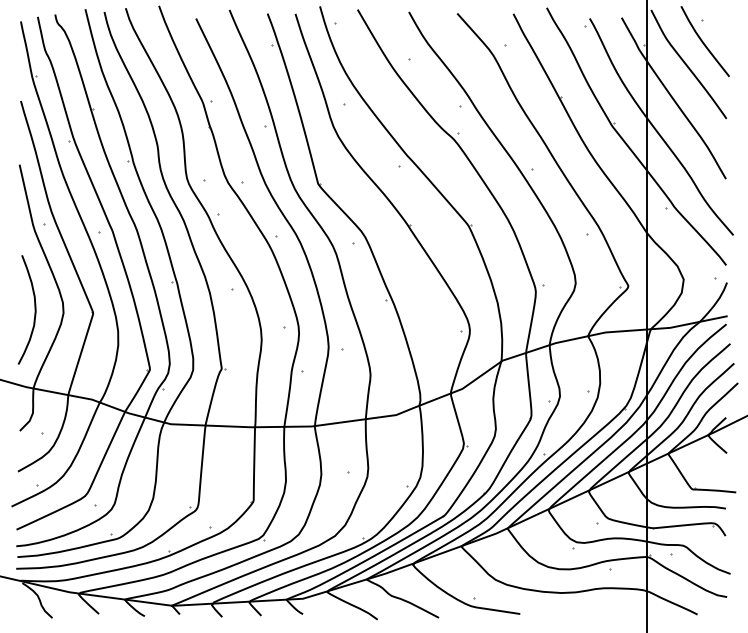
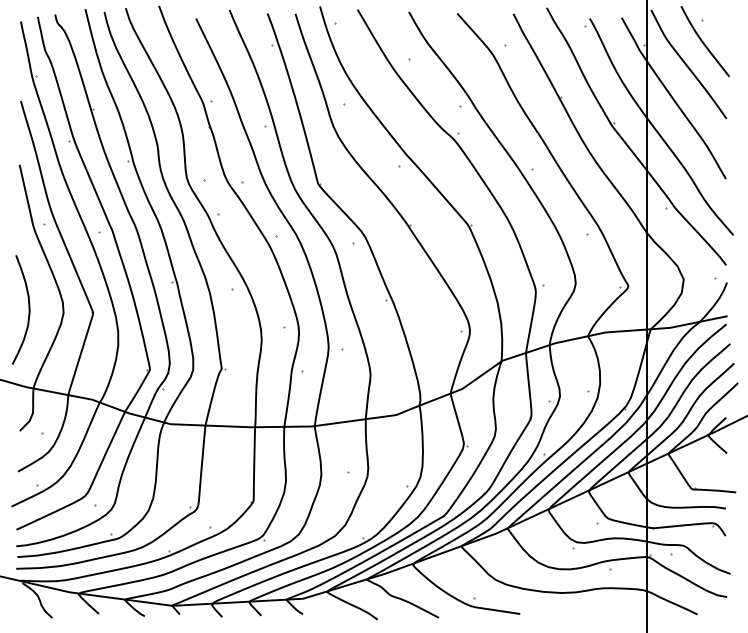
curve at (34, 309) position: (34, 309) -> (28, 309)
